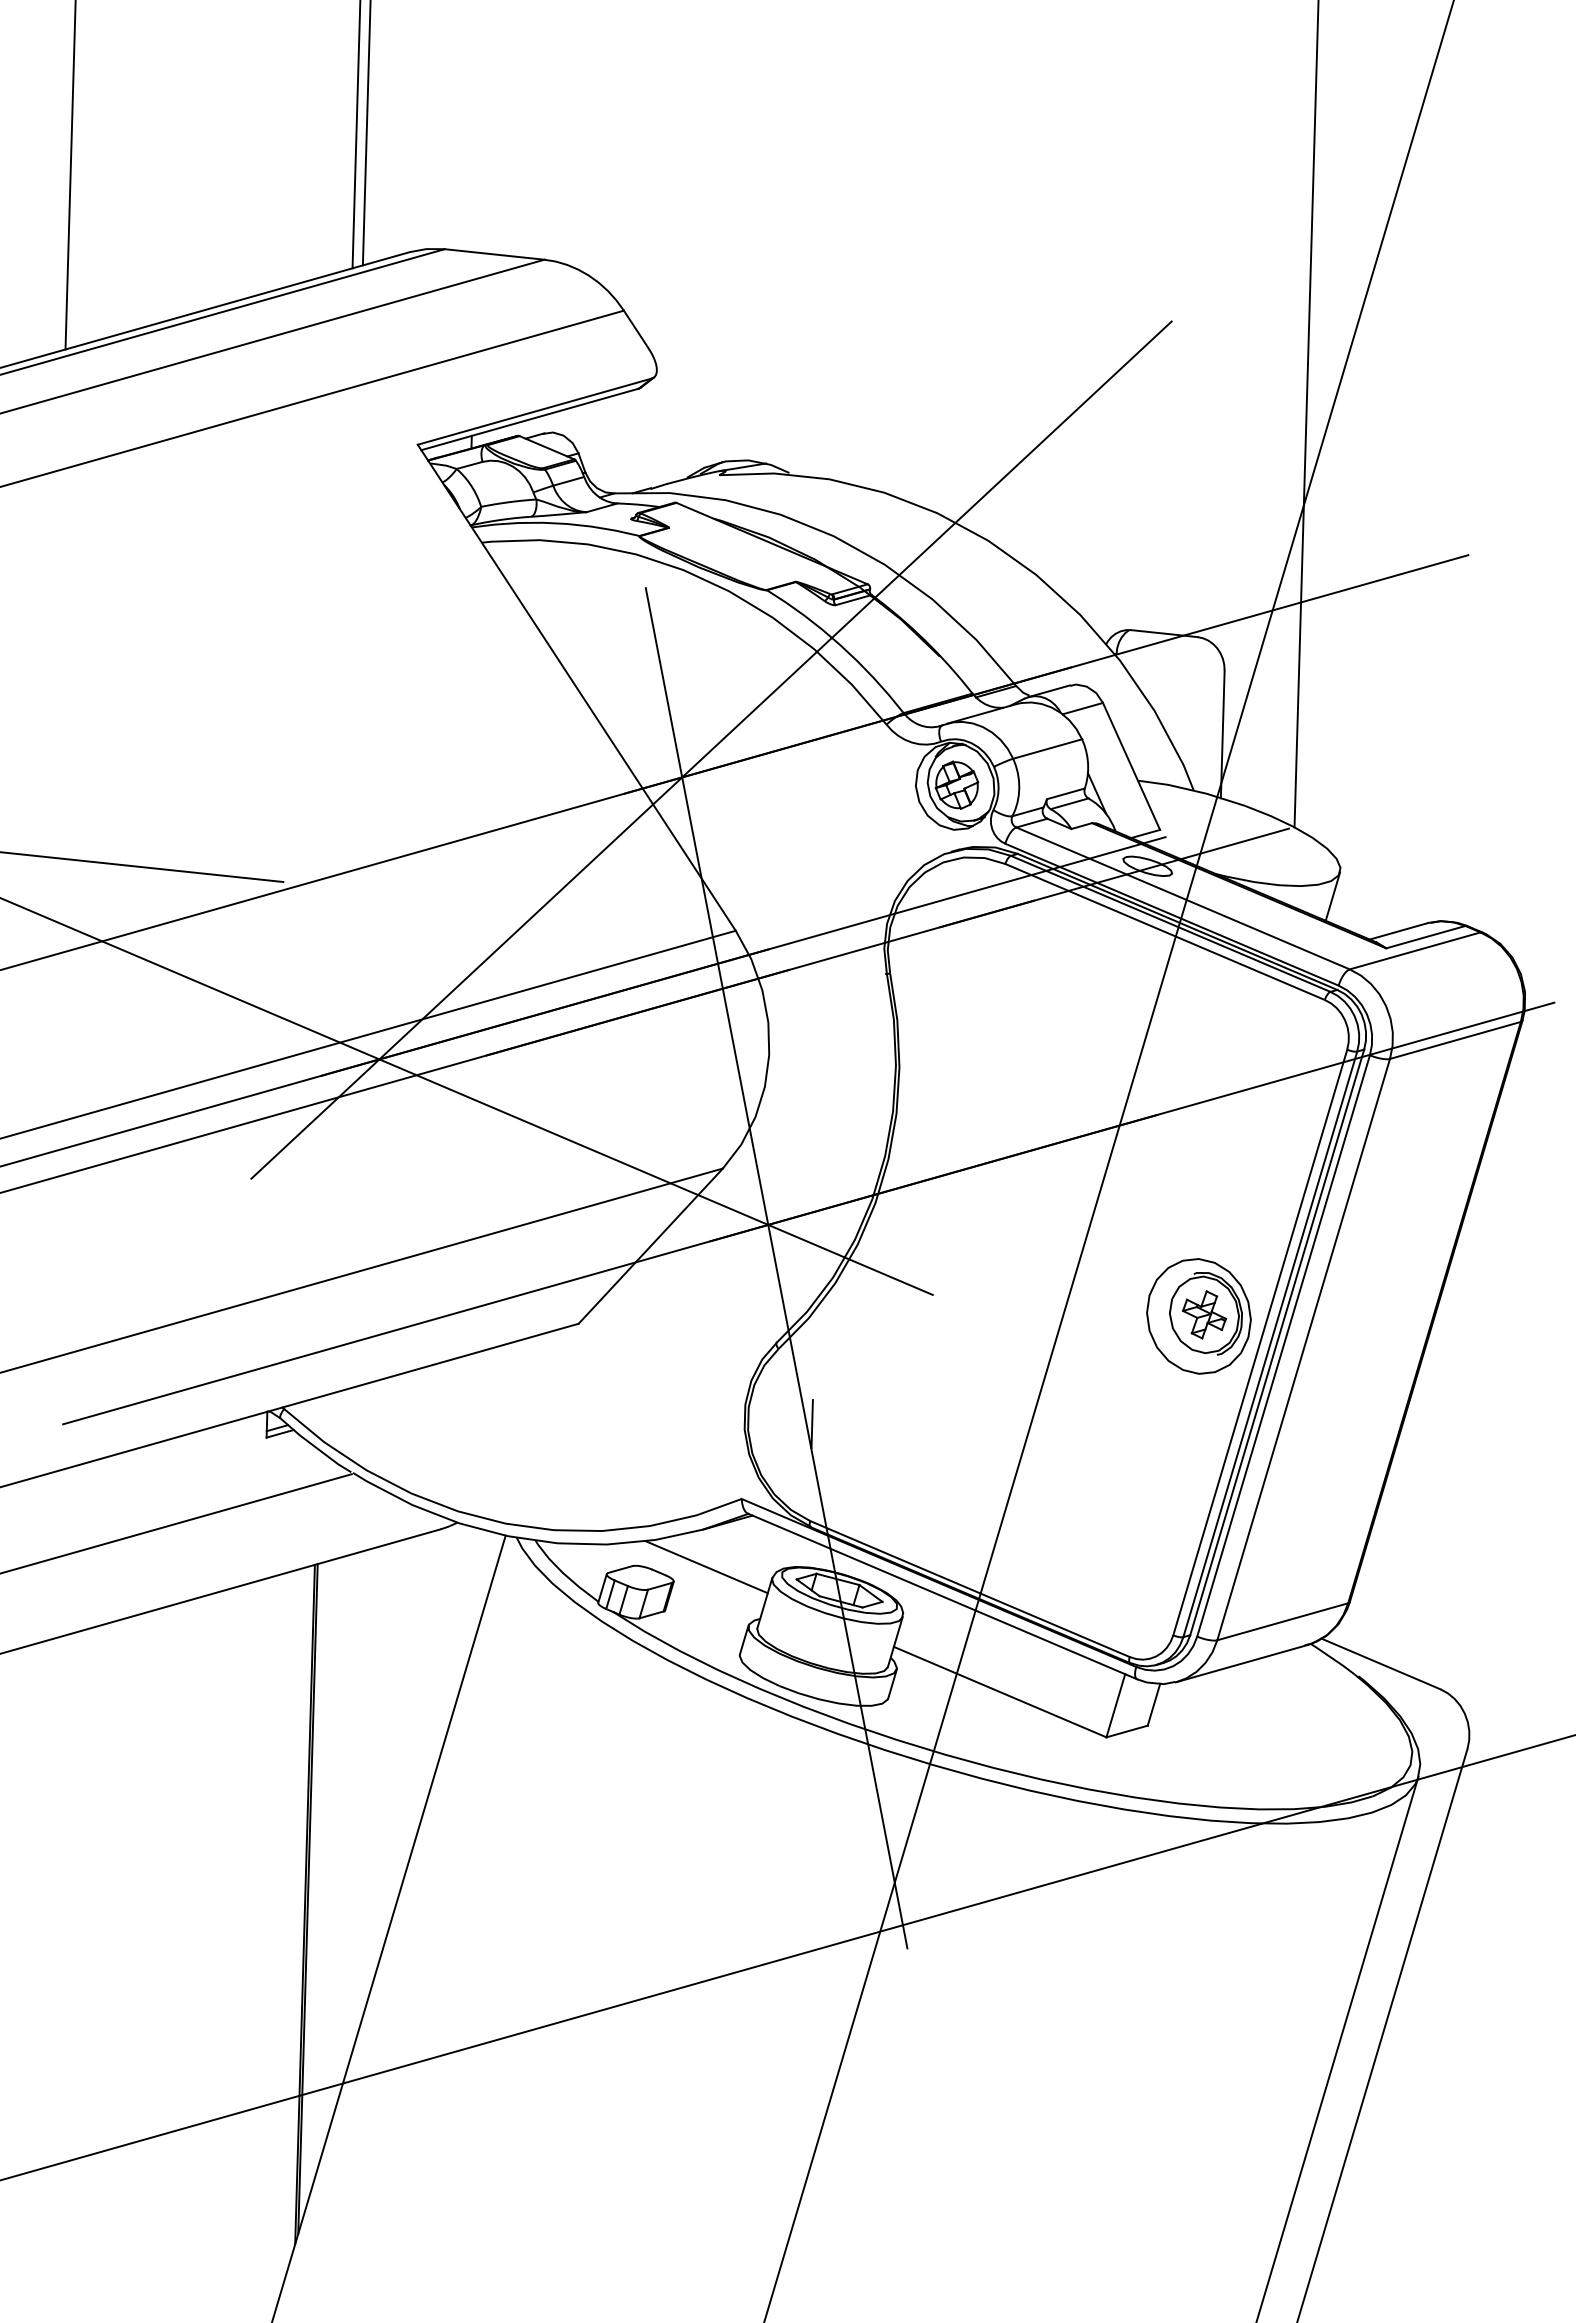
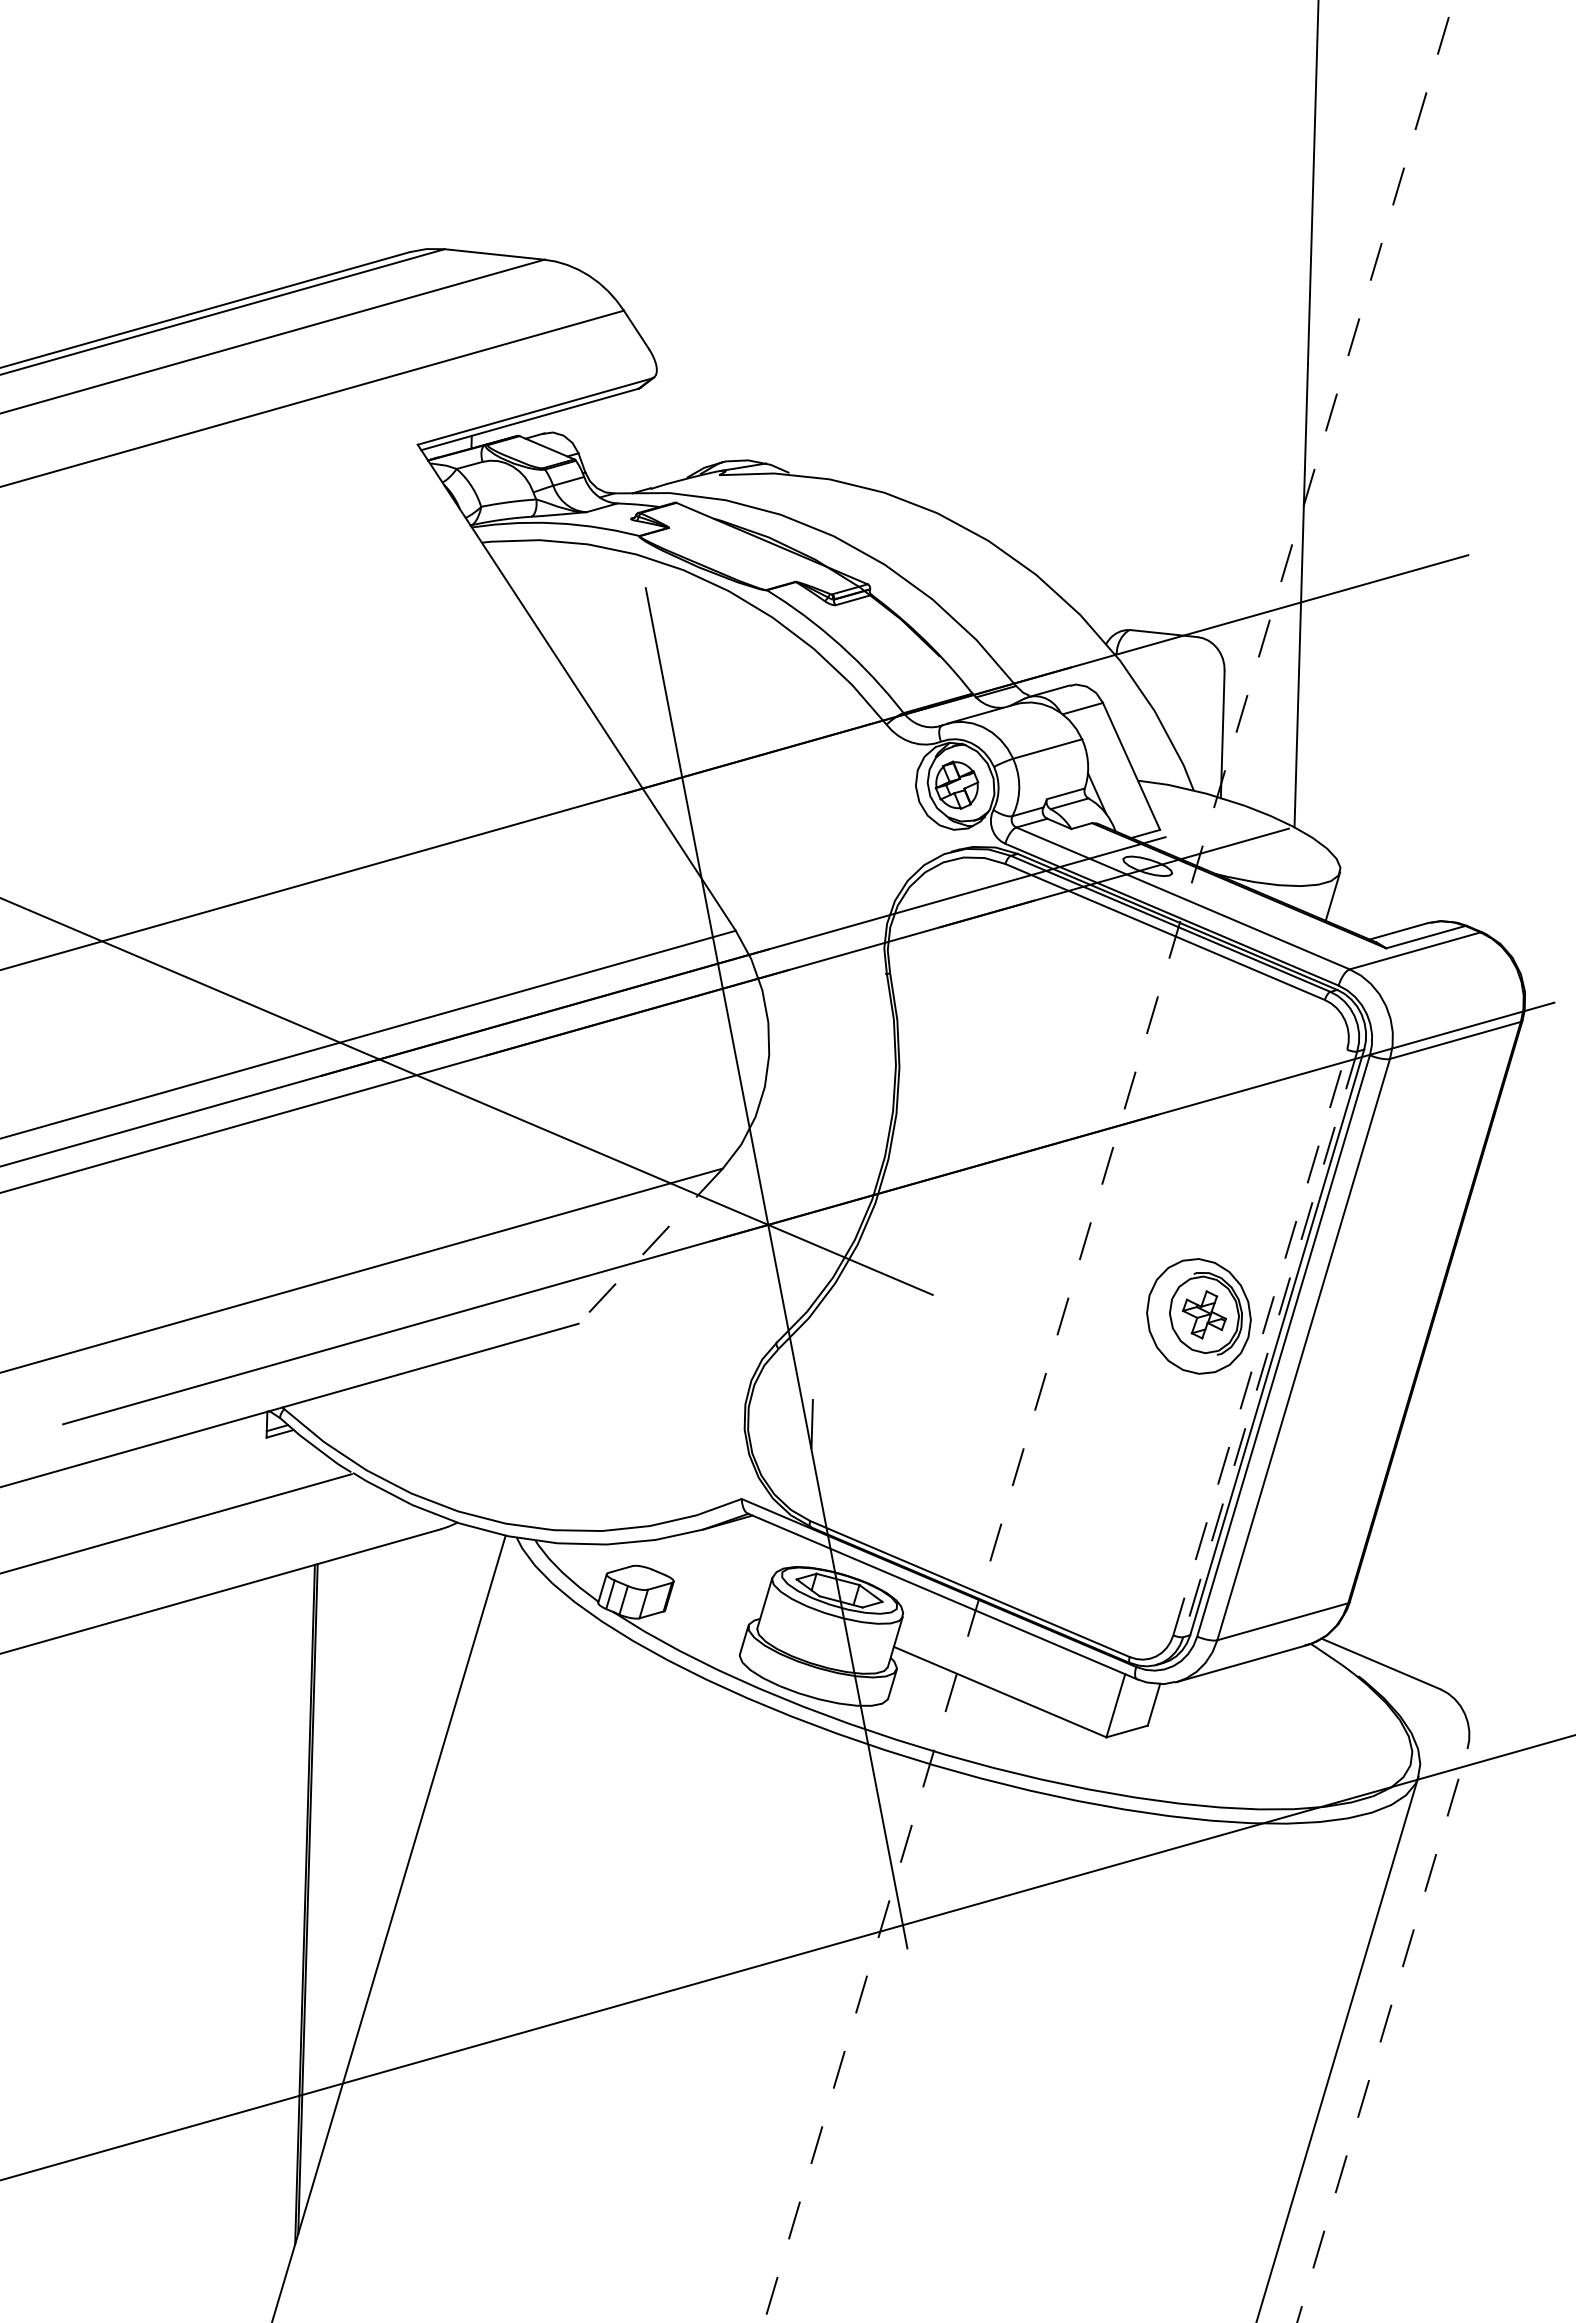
line at (366, 133): present -> none
line at (356, 135): present -> none
line at (70, 175): present -> none
line at (711, 749): present -> none
line at (142, 867): present -> none
line at (1109, 1161): solid -> dashed
line at (650, 1246): solid -> dashed
line at (1260, 1342): solid -> dashed
line at (1270, 1344): solid -> dashed
line at (706, 1567): present -> none
line at (1382, 2035): solid -> dashed
